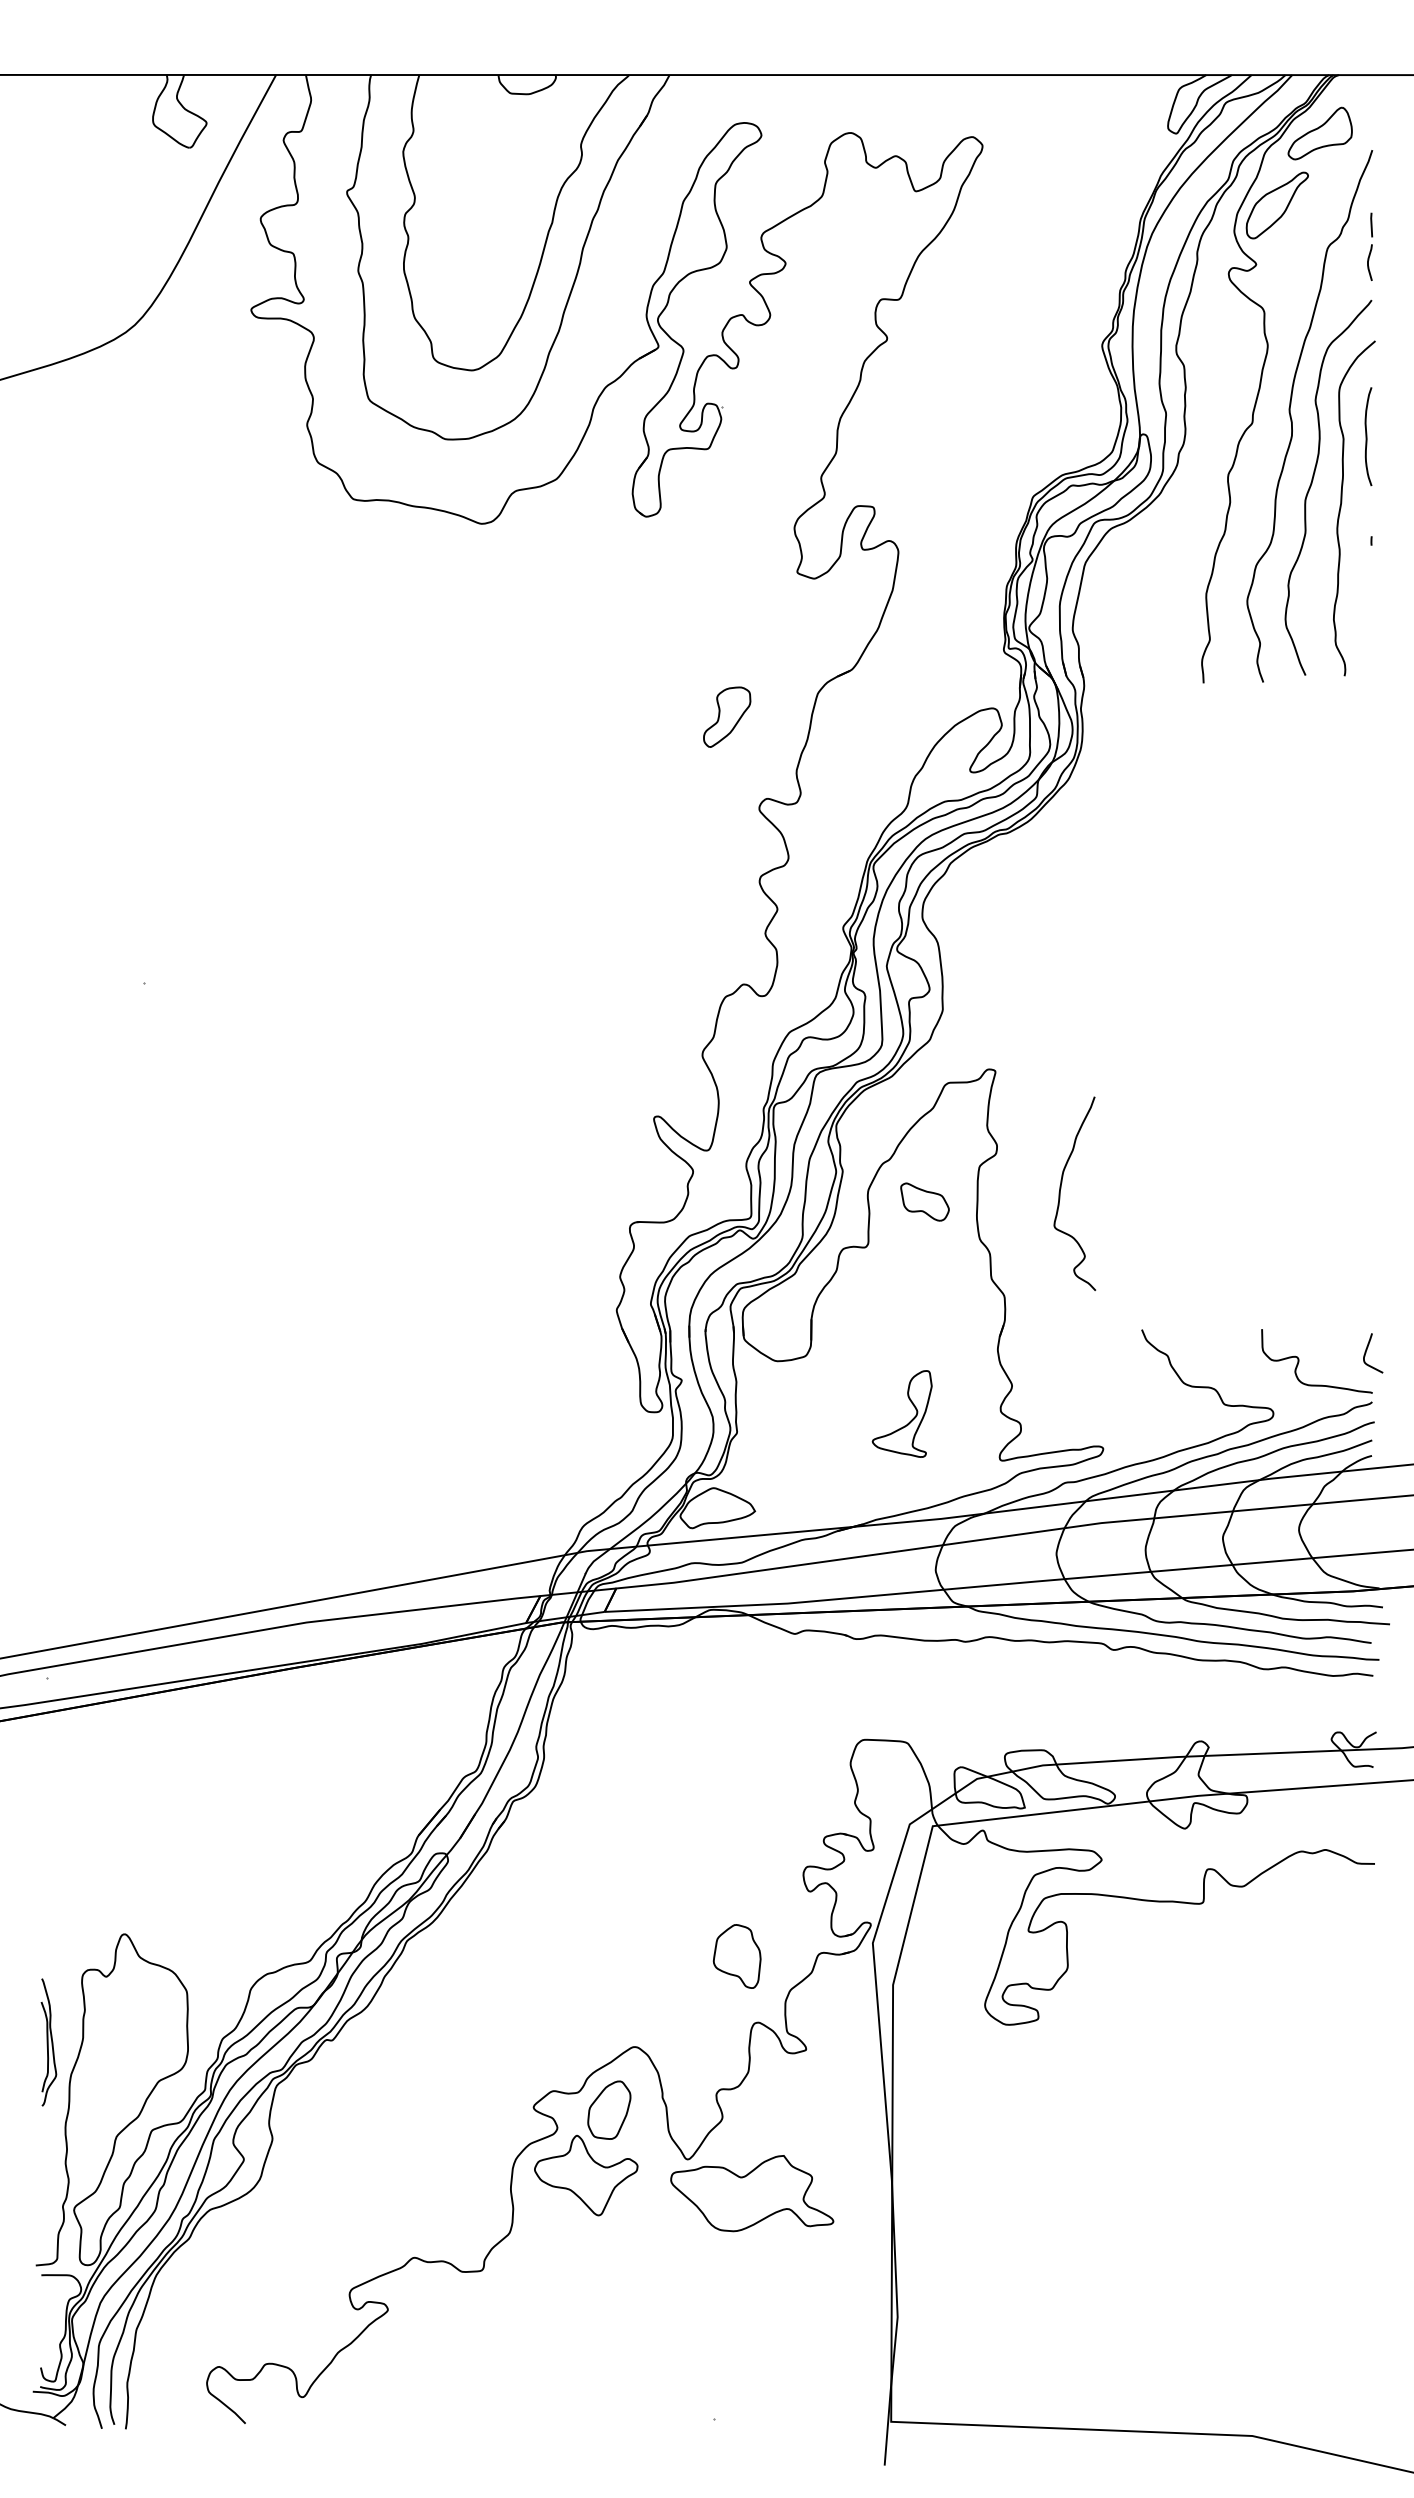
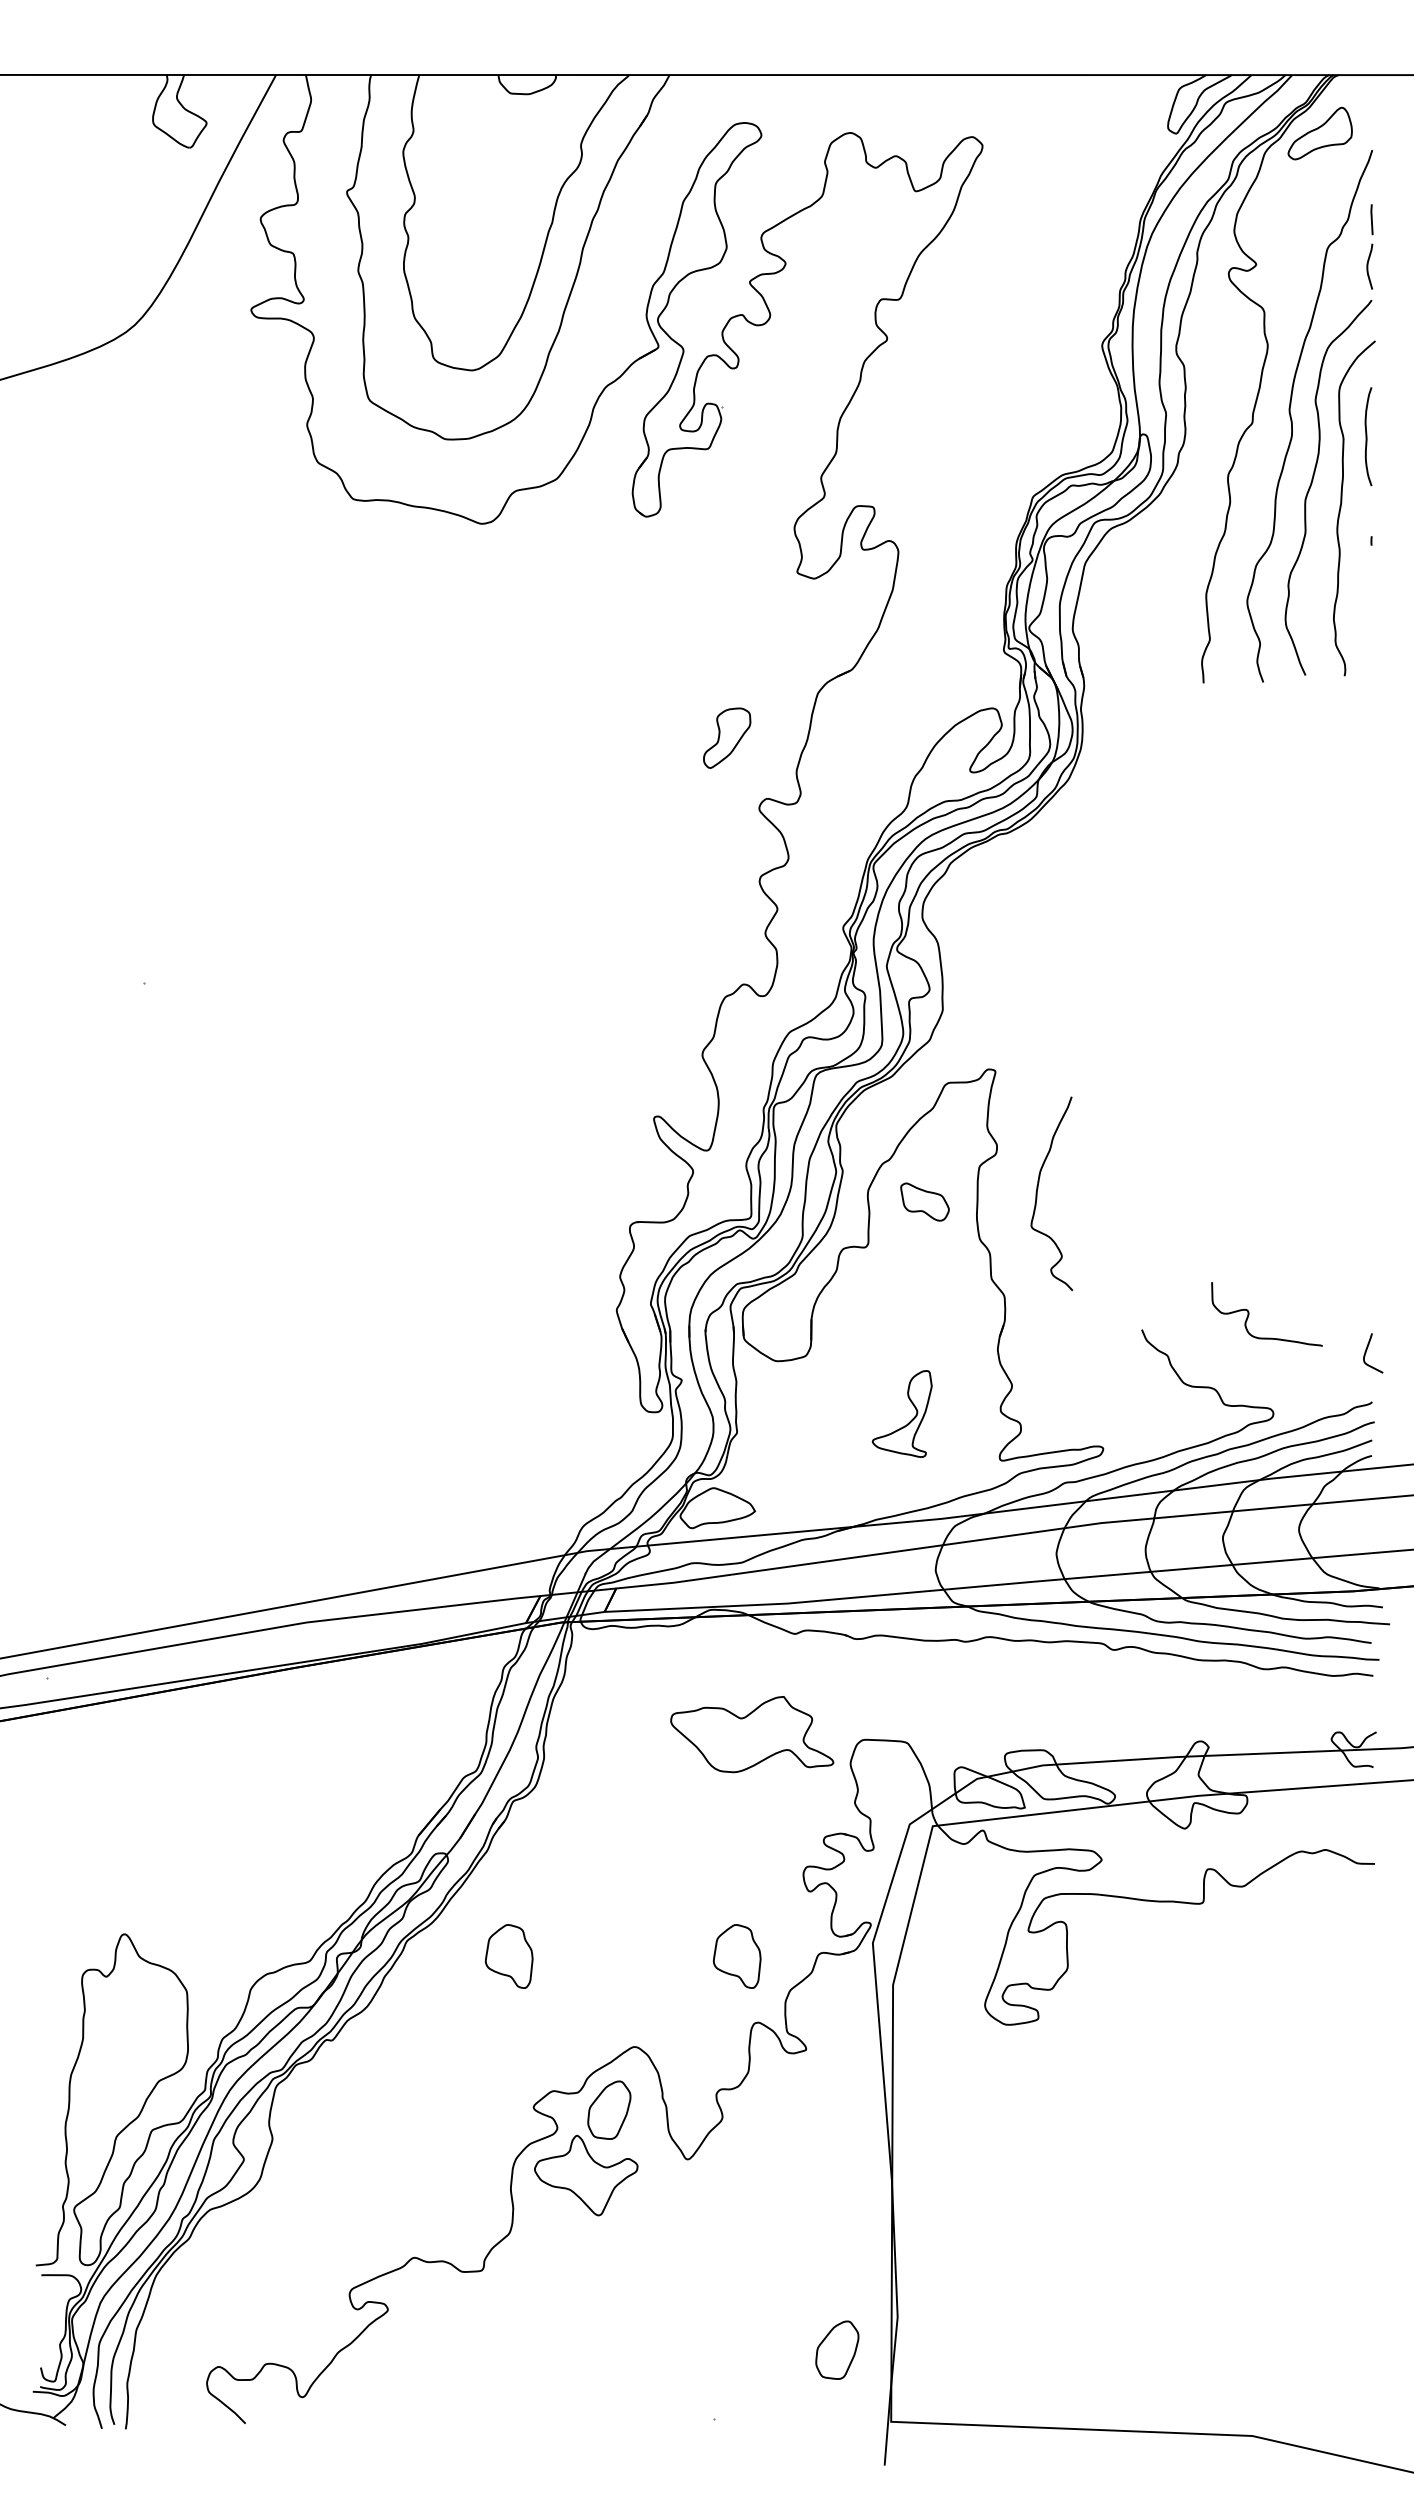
part at (1276, 205): present -> none
part at (1370, 246) size: 7x69 px -> 8x86 px
part at (727, 716) position: (727, 716) -> (727, 737)
curve at (1061, 1188) position: (1061, 1188) -> (1038, 1188)
curve at (1299, 1361) position: (1299, 1361) -> (1249, 1314)
part at (508, 1956): none -> present
part at (48, 2042): present -> none
part at (752, 2193) position: (752, 2193) -> (752, 1734)
part at (837, 2349): none -> present
